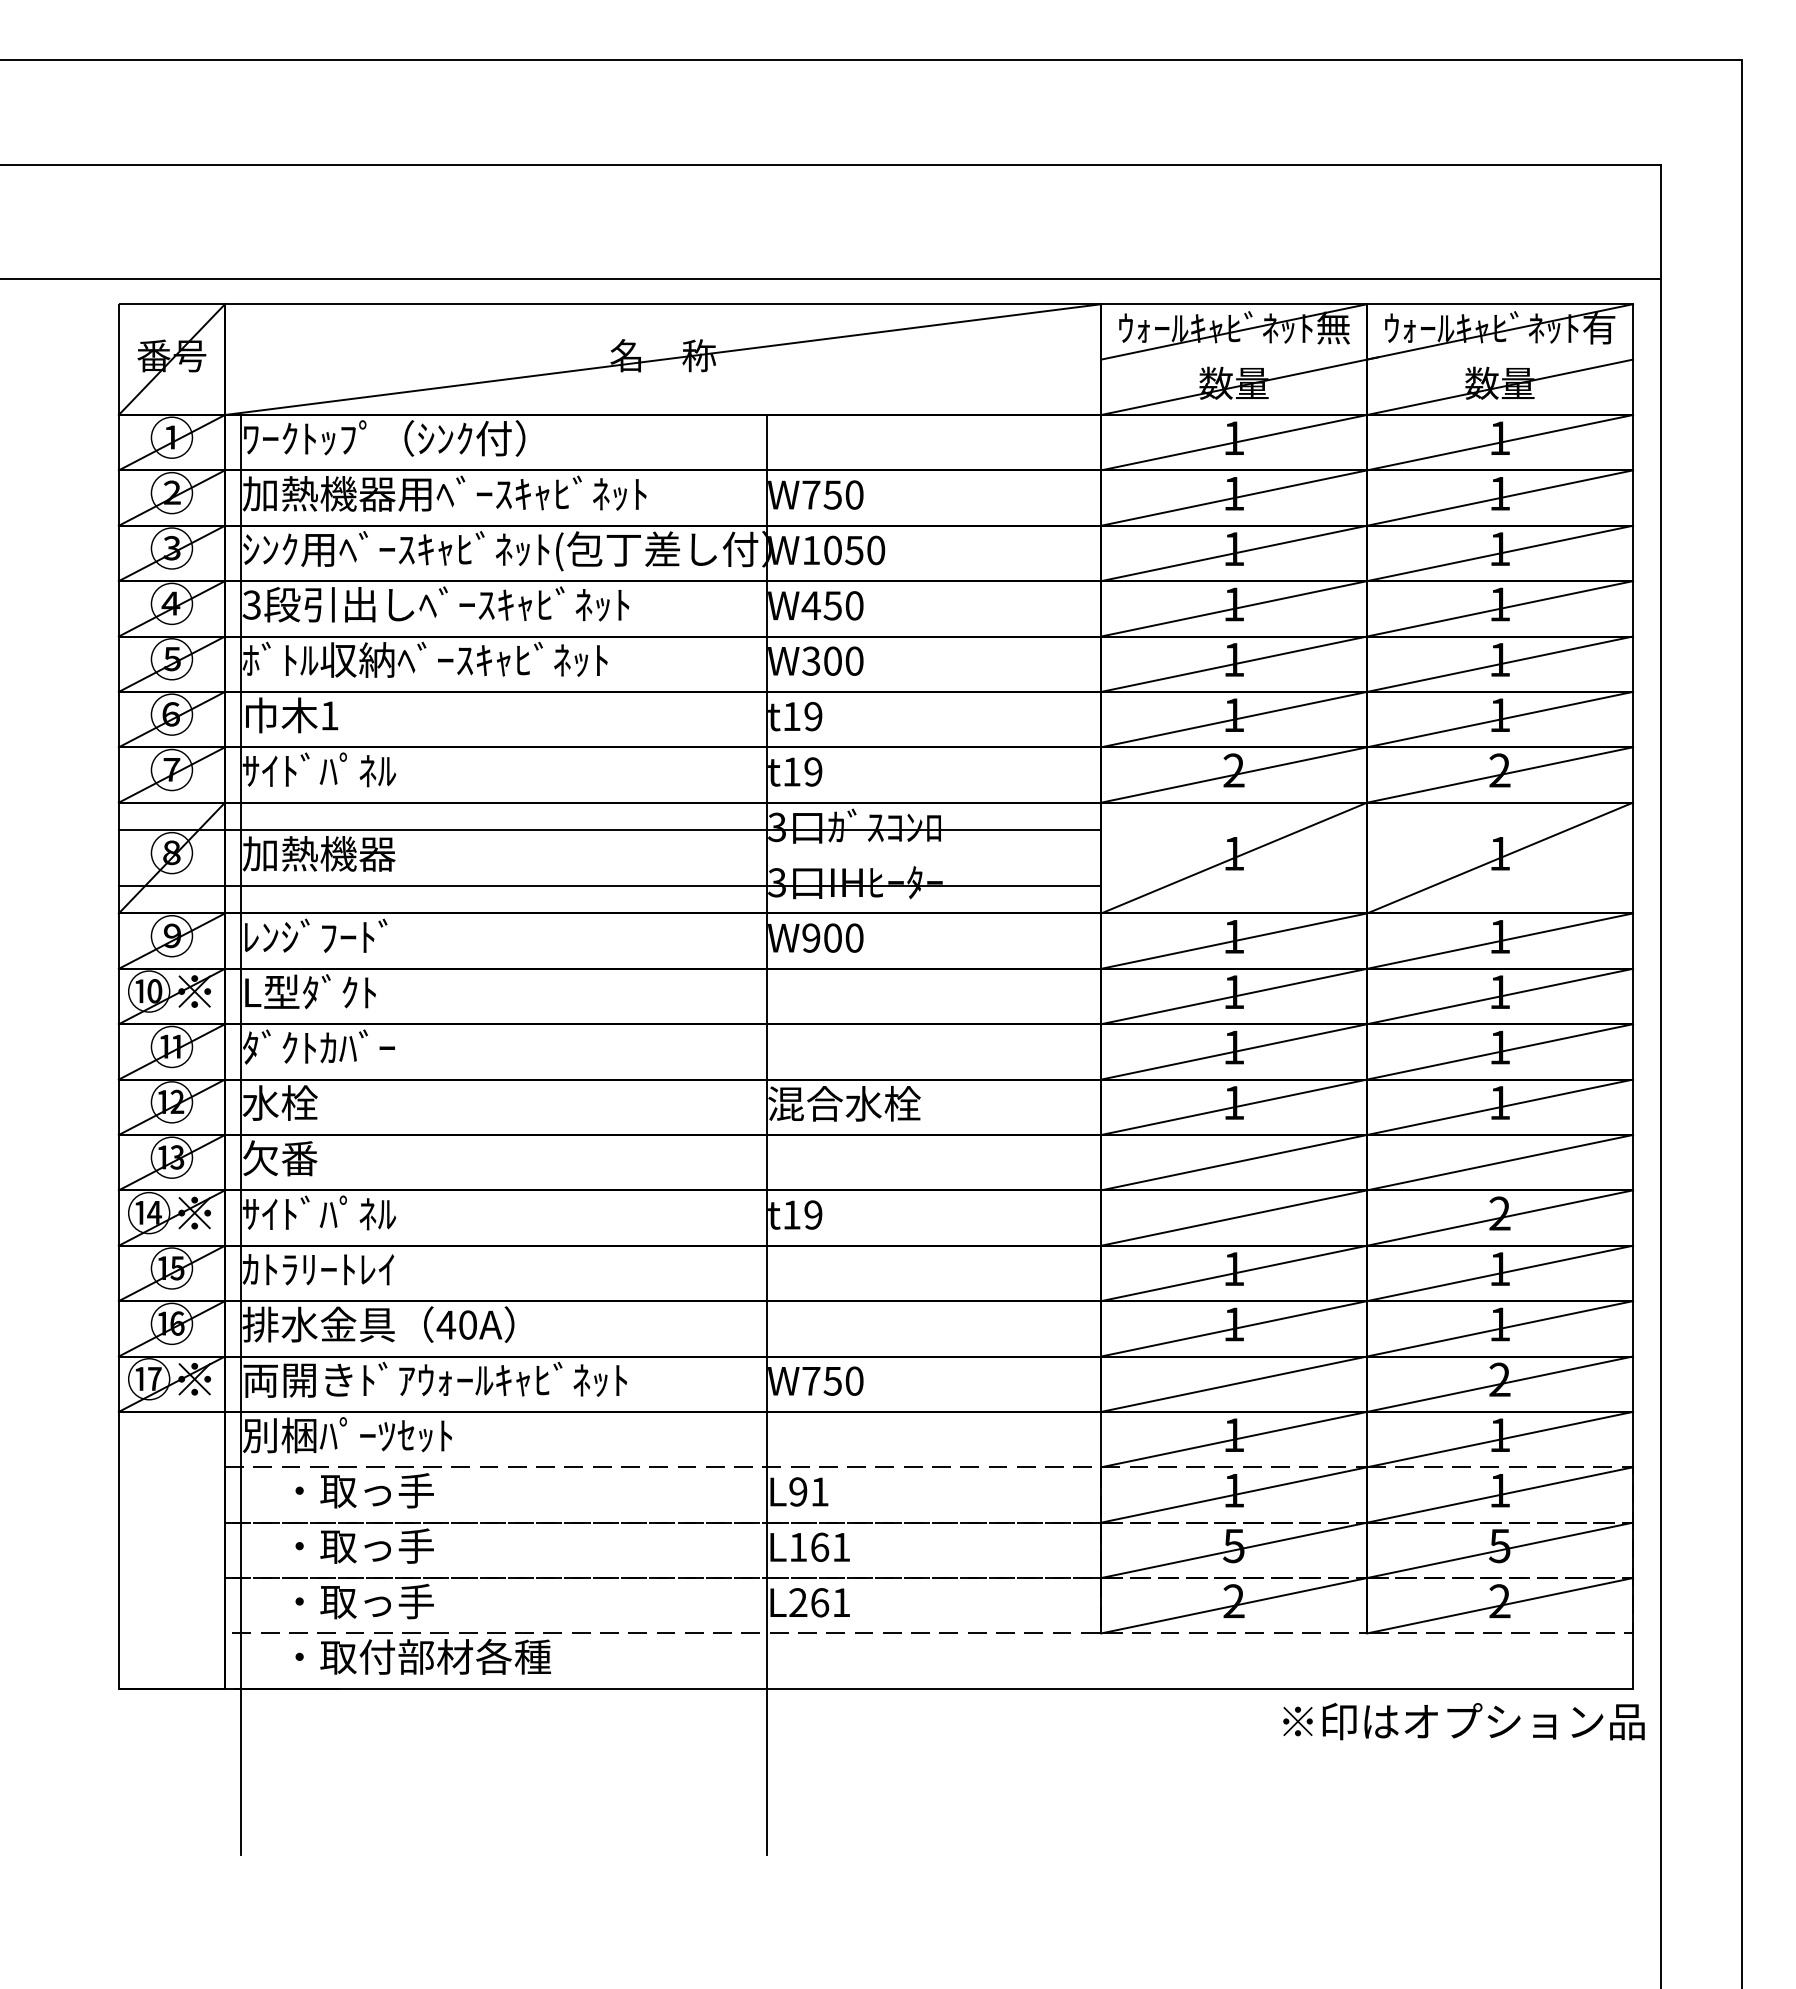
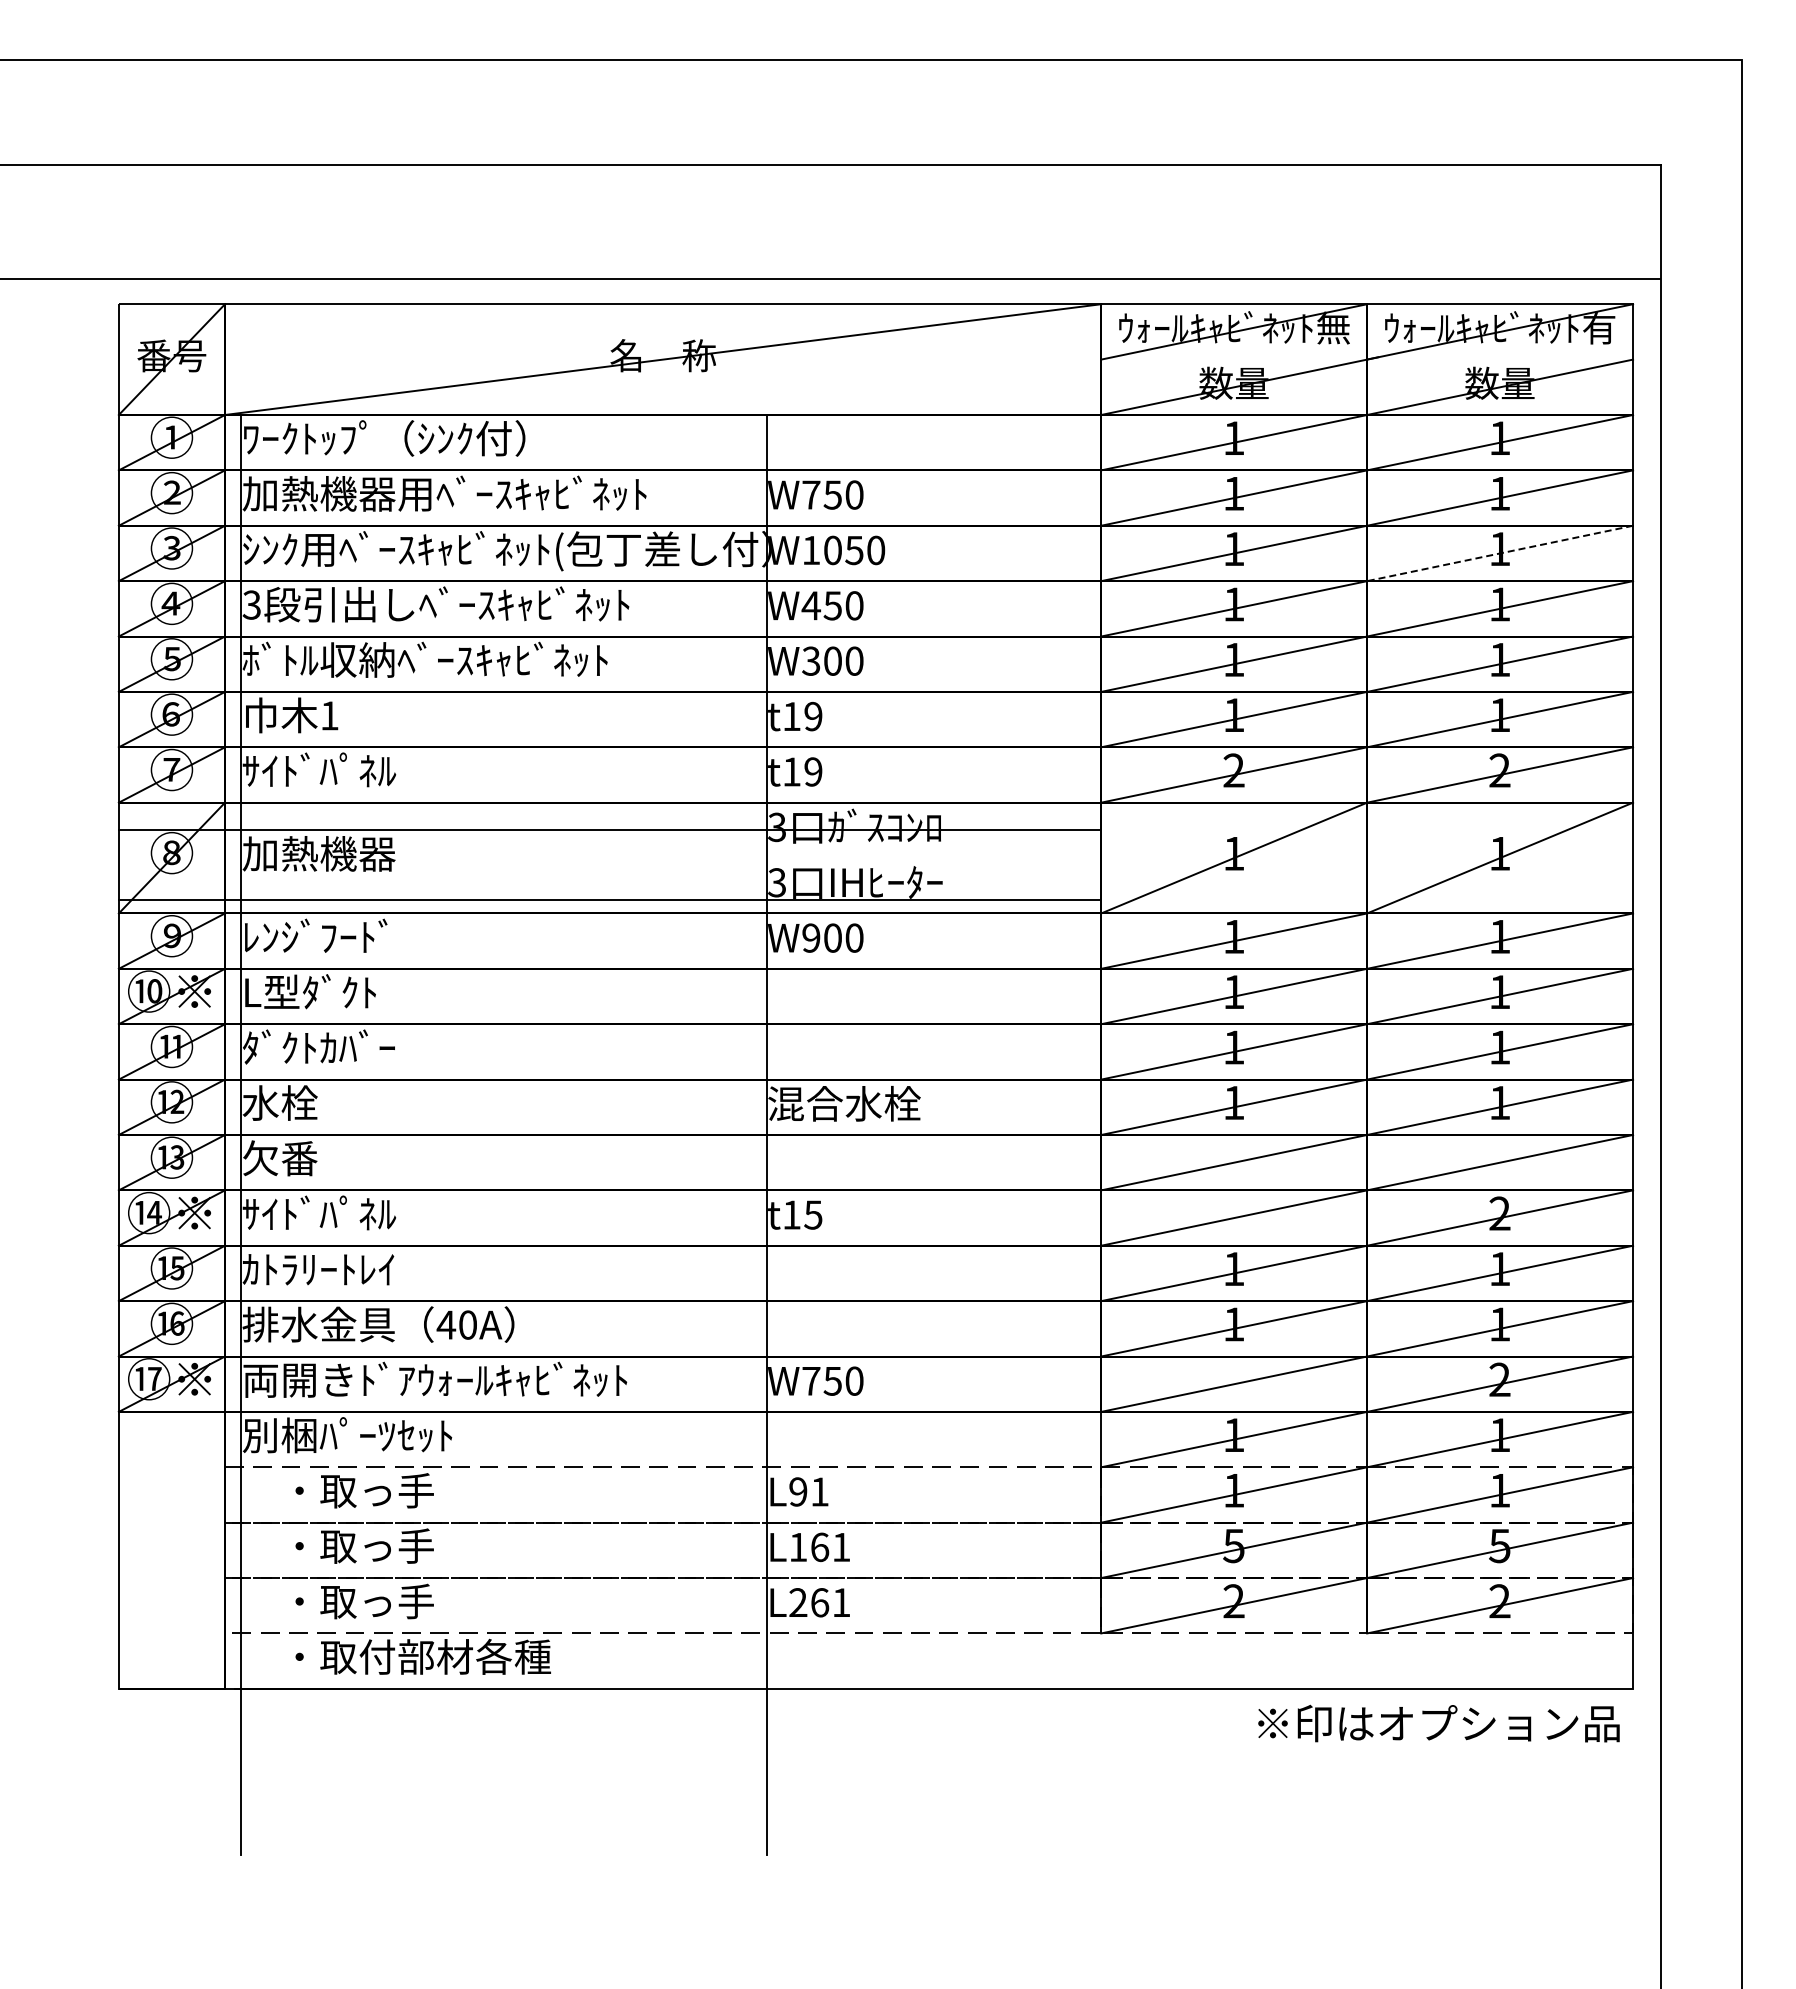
line at (1500, 553): solid -> dashed
line at (609, 885) position: (609, 885) -> (609, 899)
text at (813, 1214): t19 -> t15
text at (1463, 1721) position: (1463, 1721) -> (1438, 1723)
